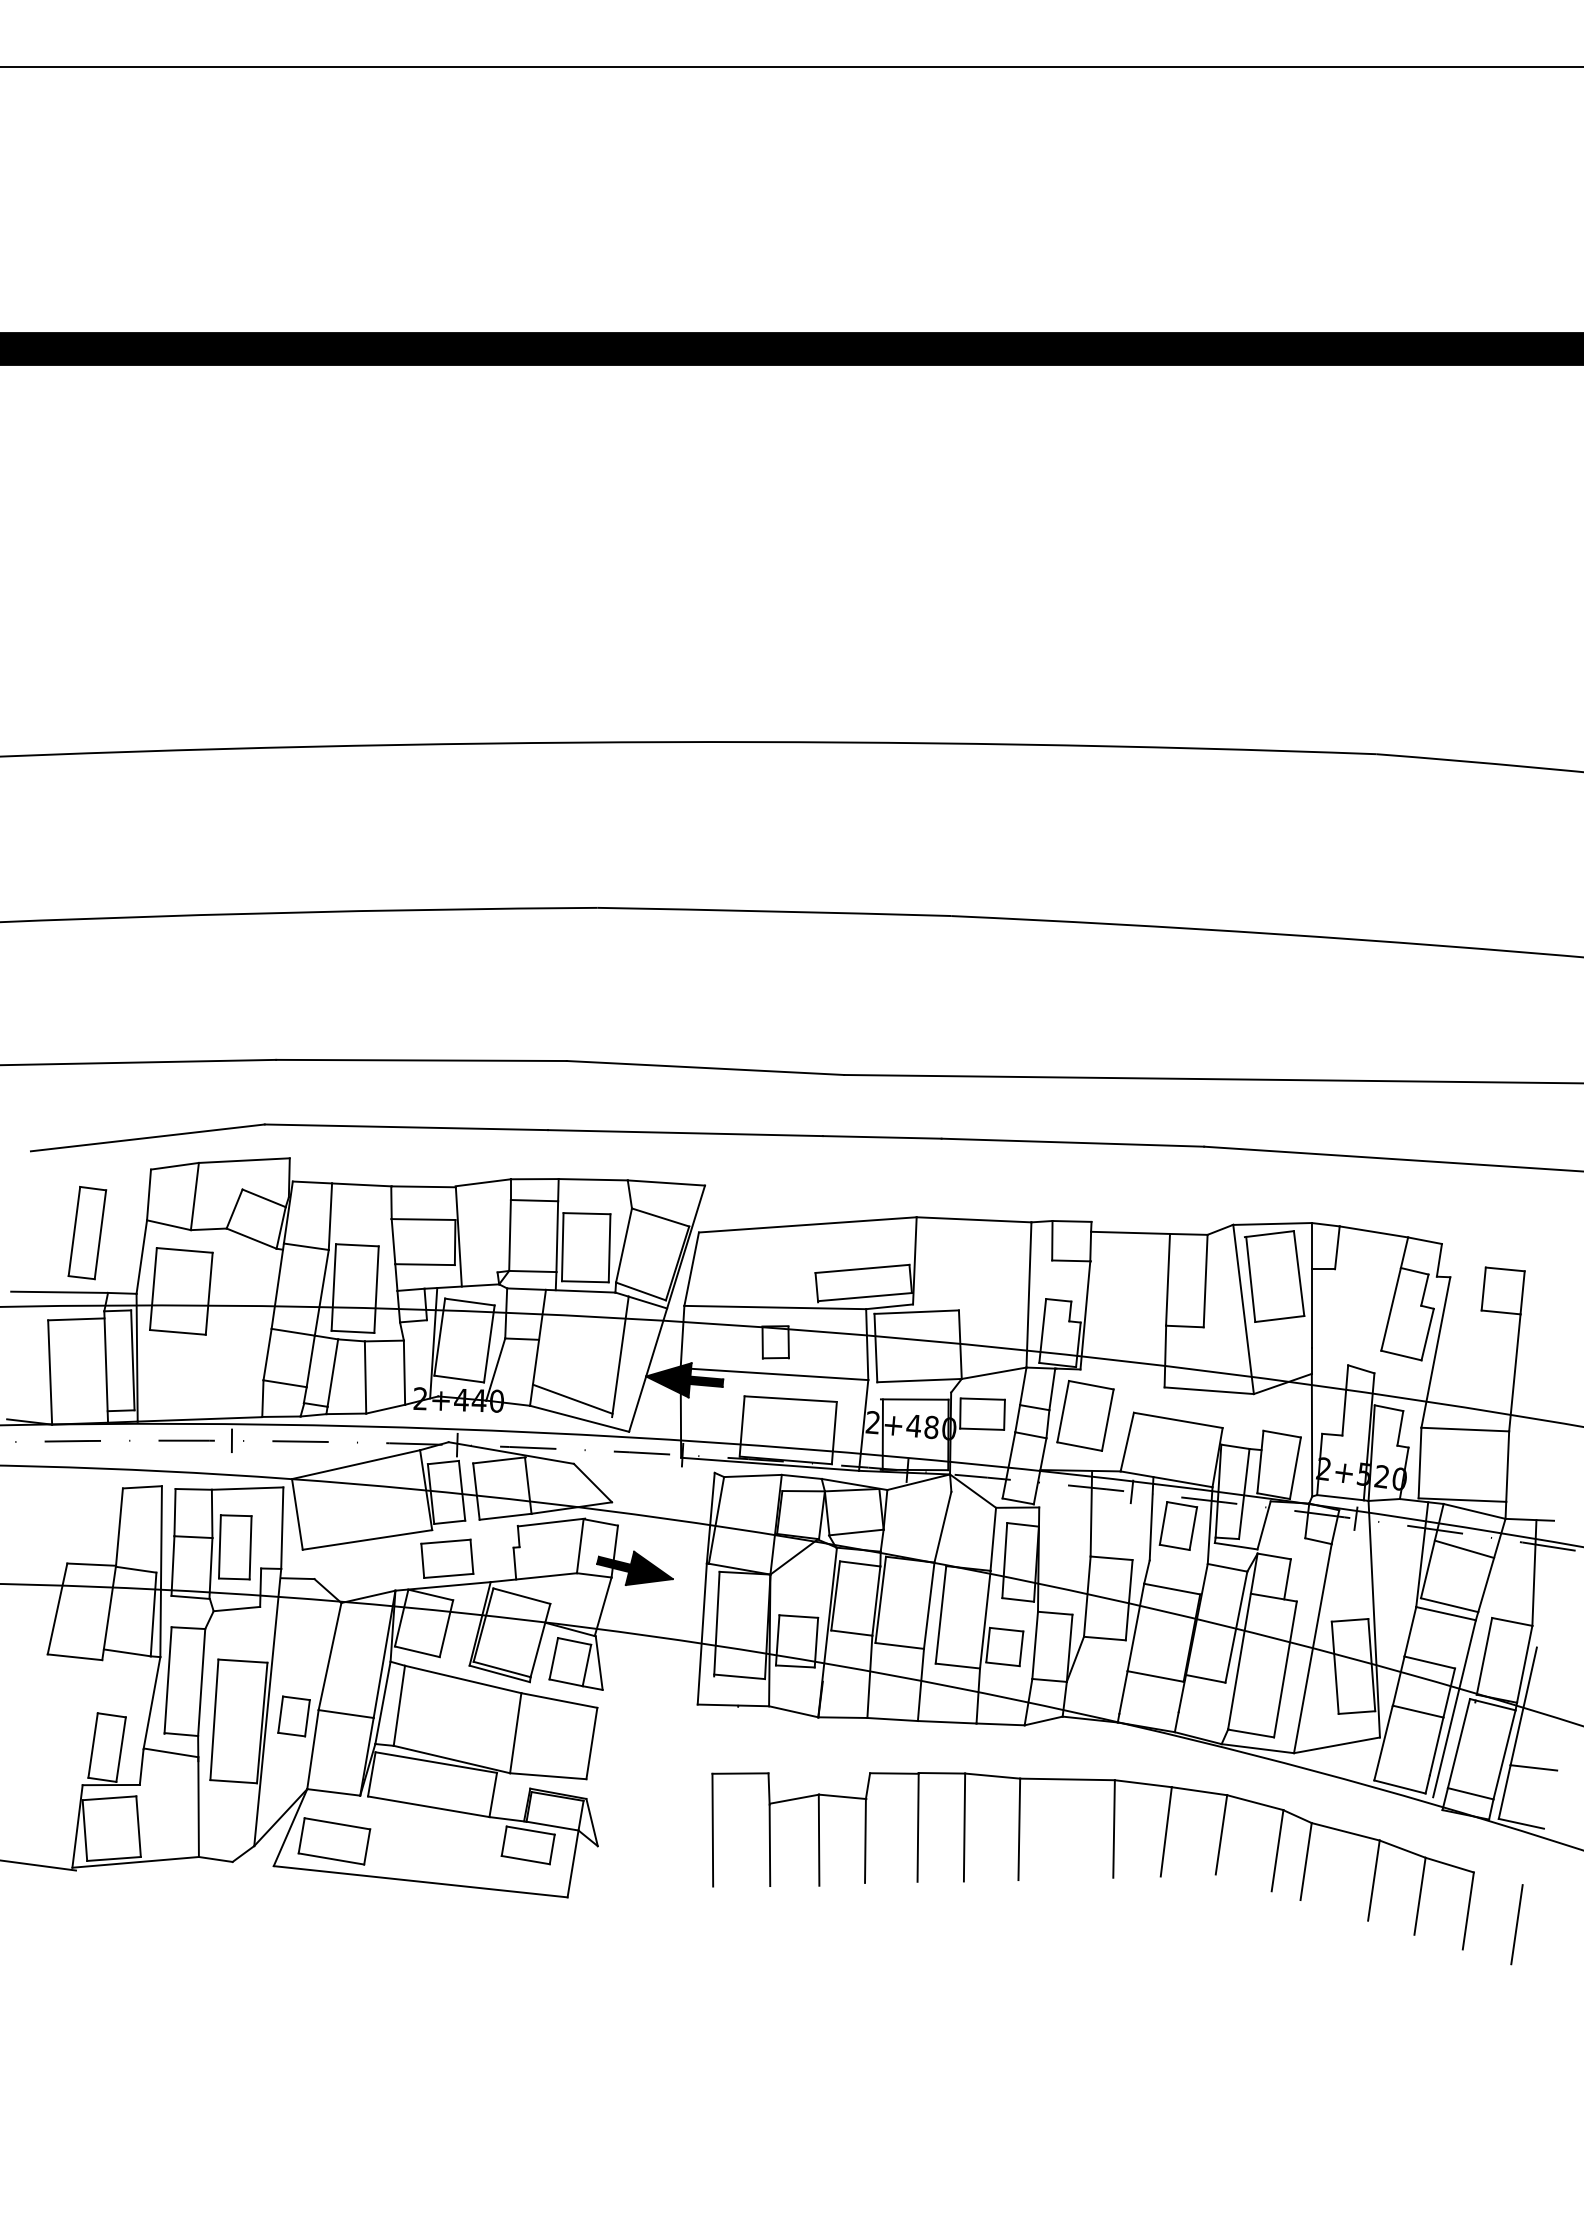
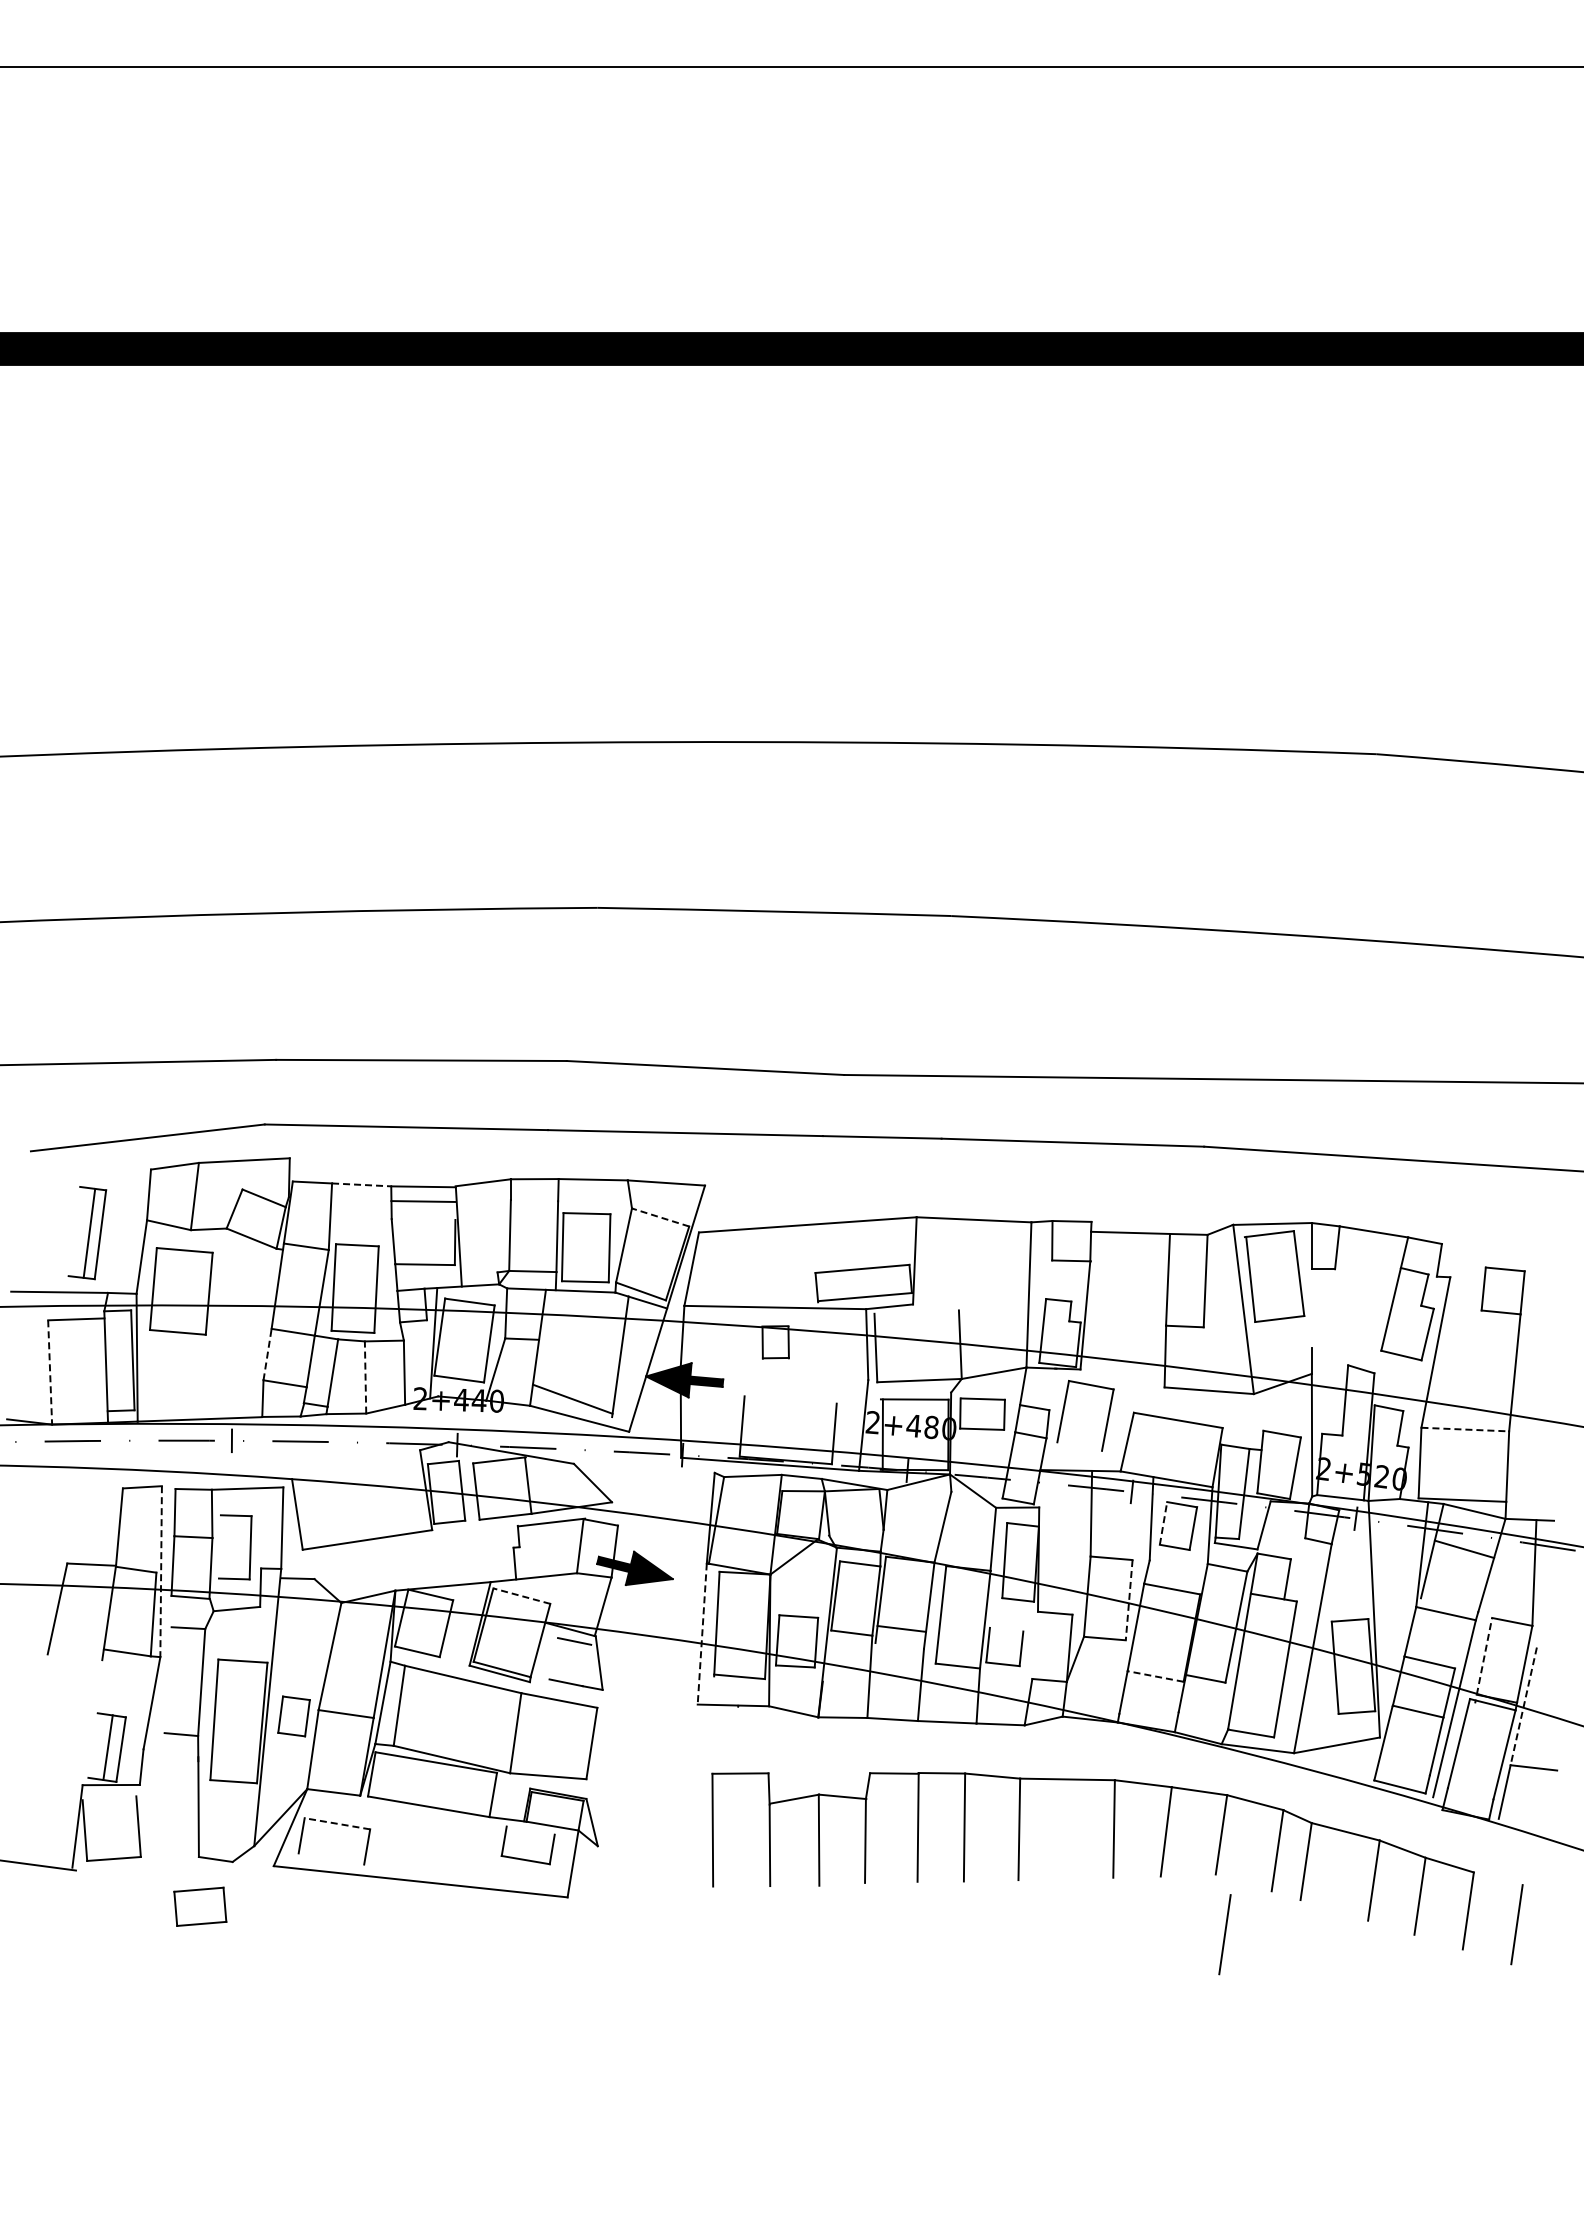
line at (361, 1184): solid -> dashed
line at (534, 1200): present -> none
line at (660, 1217): solid -> dashed
line at (423, 1219) position: (423, 1219) -> (423, 1201)
line at (74, 1230) position: (74, 1230) -> (89, 1232)
line at (1311, 1308): present -> none
line at (916, 1311): present -> none
line at (267, 1354): solid -> dashed
line at (50, 1372): solid -> dashed
line at (774, 1374): present -> none
line at (365, 1377): solid -> dashed
line at (1052, 1389): present -> none
line at (790, 1398): present -> none
line at (1465, 1429): solid -> dashed
line at (1079, 1446): present -> none
line at (356, 1464): present -> none
line at (1163, 1523): solid -> dashed
line at (856, 1532): present -> none
line at (219, 1546): present -> none
part at (447, 1558) position: (447, 1558) -> (200, 1906)
line at (161, 1572): solid -> dashed
line at (521, 1596): solid -> dashed
line at (1129, 1600): solid -> dashed
line at (1449, 1605): present -> none
line at (1006, 1629): present -> none
line at (702, 1633): solid -> dashed
line at (1034, 1644): present -> none
line at (899, 1645) position: (899, 1645) -> (901, 1628)
line at (1484, 1655): solid -> dashed
line at (74, 1657): present -> none
line at (553, 1658): present -> none
line at (586, 1665): present -> none
line at (1155, 1676): solid -> dashed
line at (167, 1680): present -> none
line at (1523, 1706): solid -> dashed
line at (92, 1745) position: (92, 1745) -> (107, 1747)
line at (171, 1752): present -> none
line at (1470, 1793): present -> none
line at (109, 1798): present -> none
line at (336, 1823): solid -> dashed
line at (1520, 1823): present -> none
line at (530, 1830): present -> none
line at (331, 1858): present -> none
line at (135, 1862): present -> none
line at (1224, 1934): none -> present
